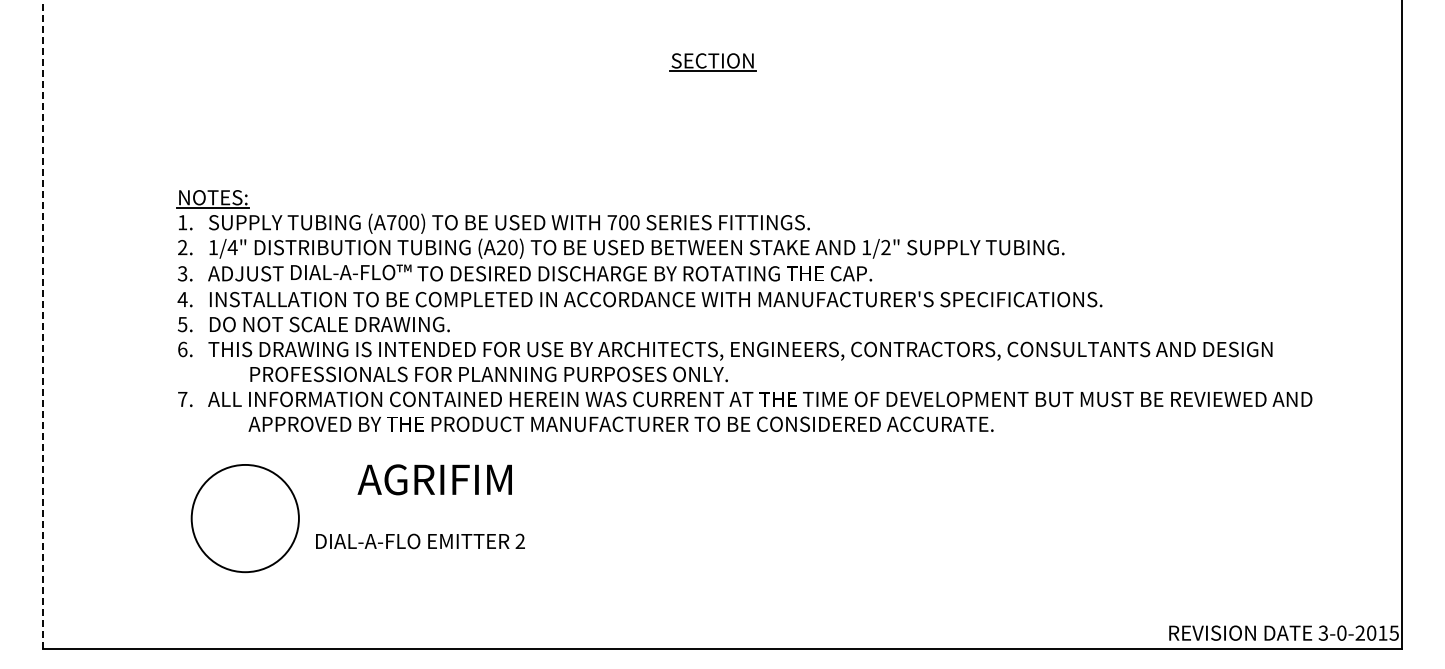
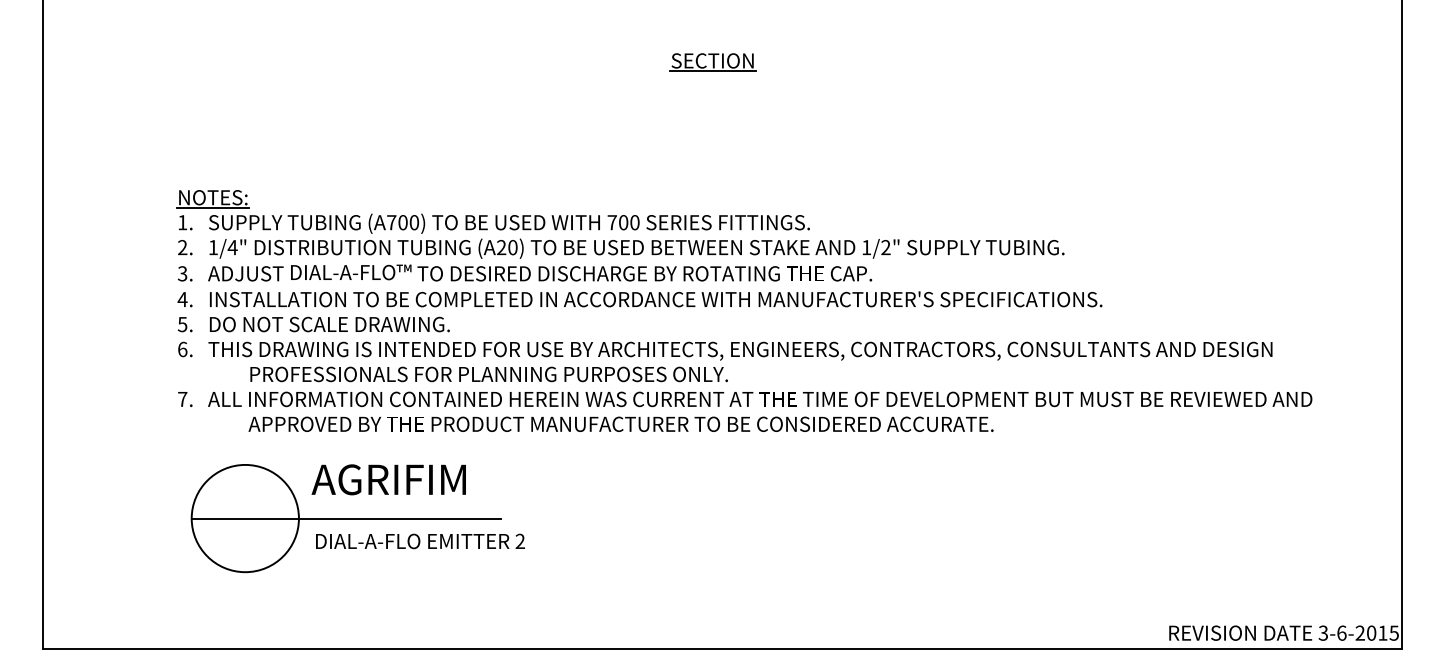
line at (43, 324): dashed -> solid
text at (434, 479) position: (434, 479) -> (388, 479)
line at (345, 518): none -> present
text at (1341, 632): 3-0-2015 -> 3-6-2015
